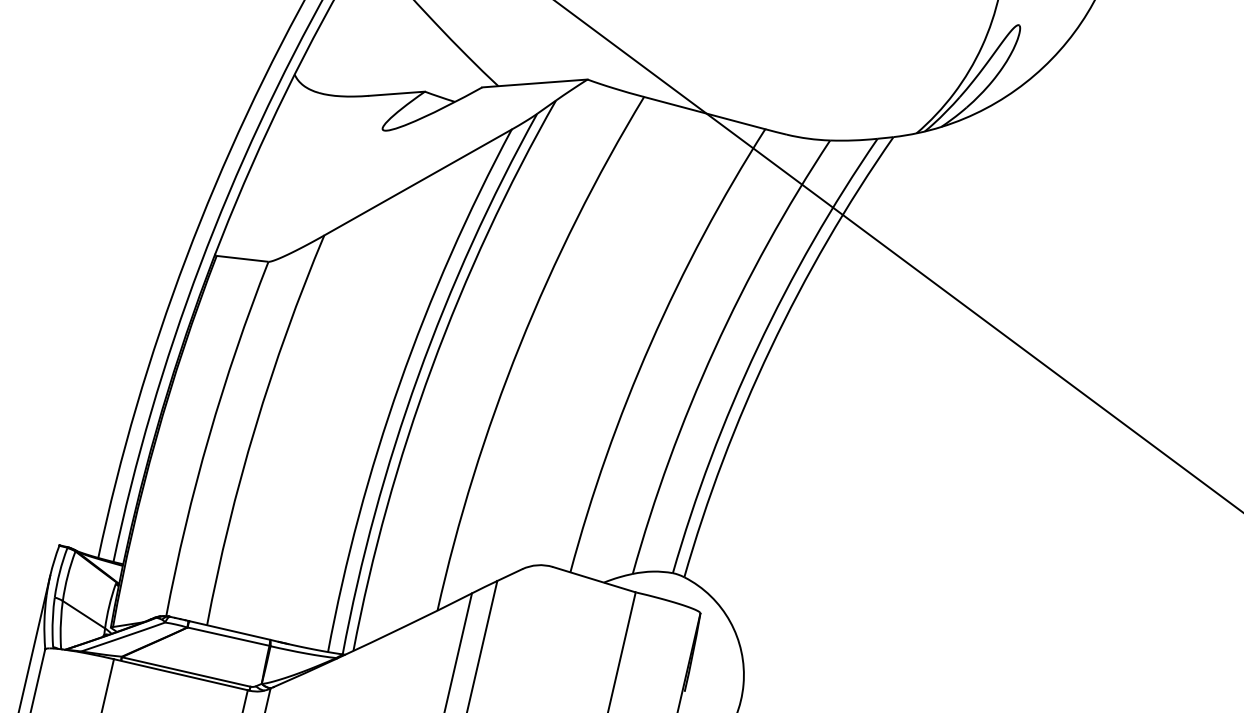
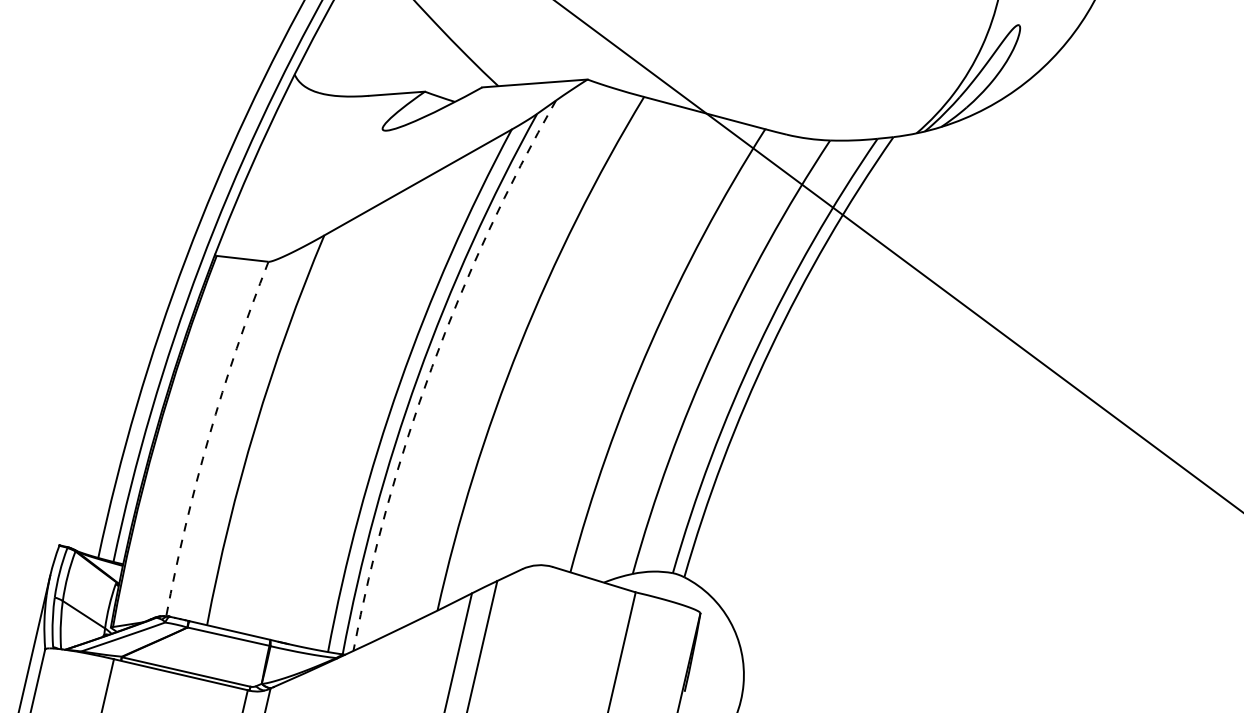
arc at (432, 367): solid -> dashed
arc at (209, 436): solid -> dashed
